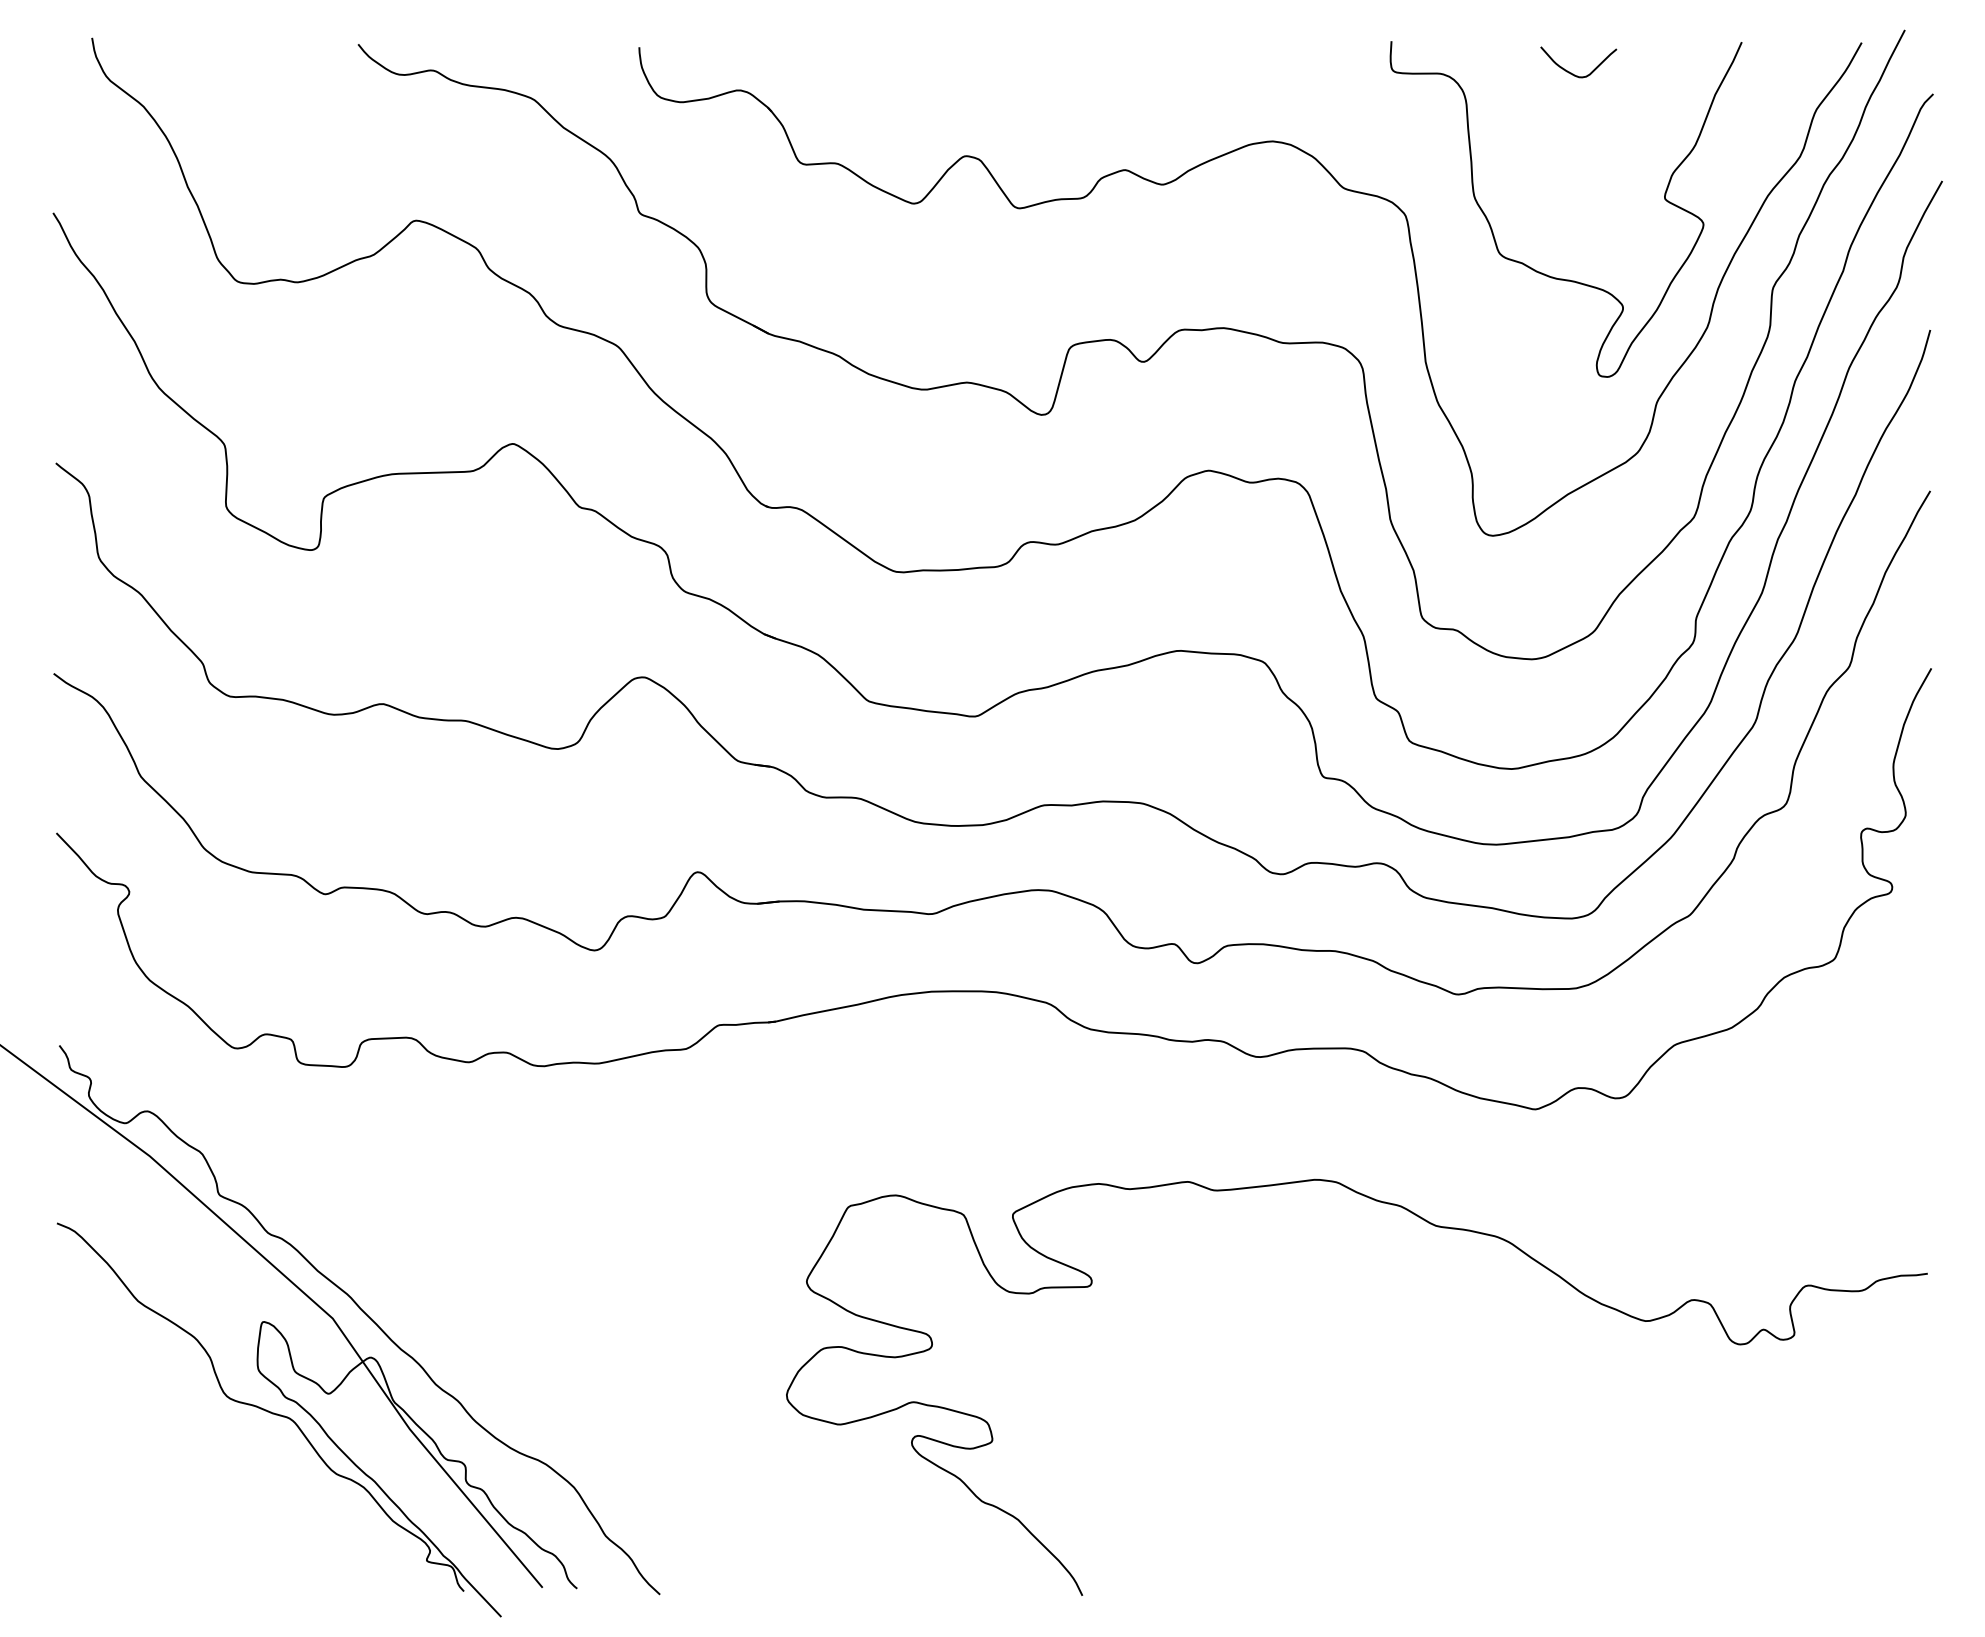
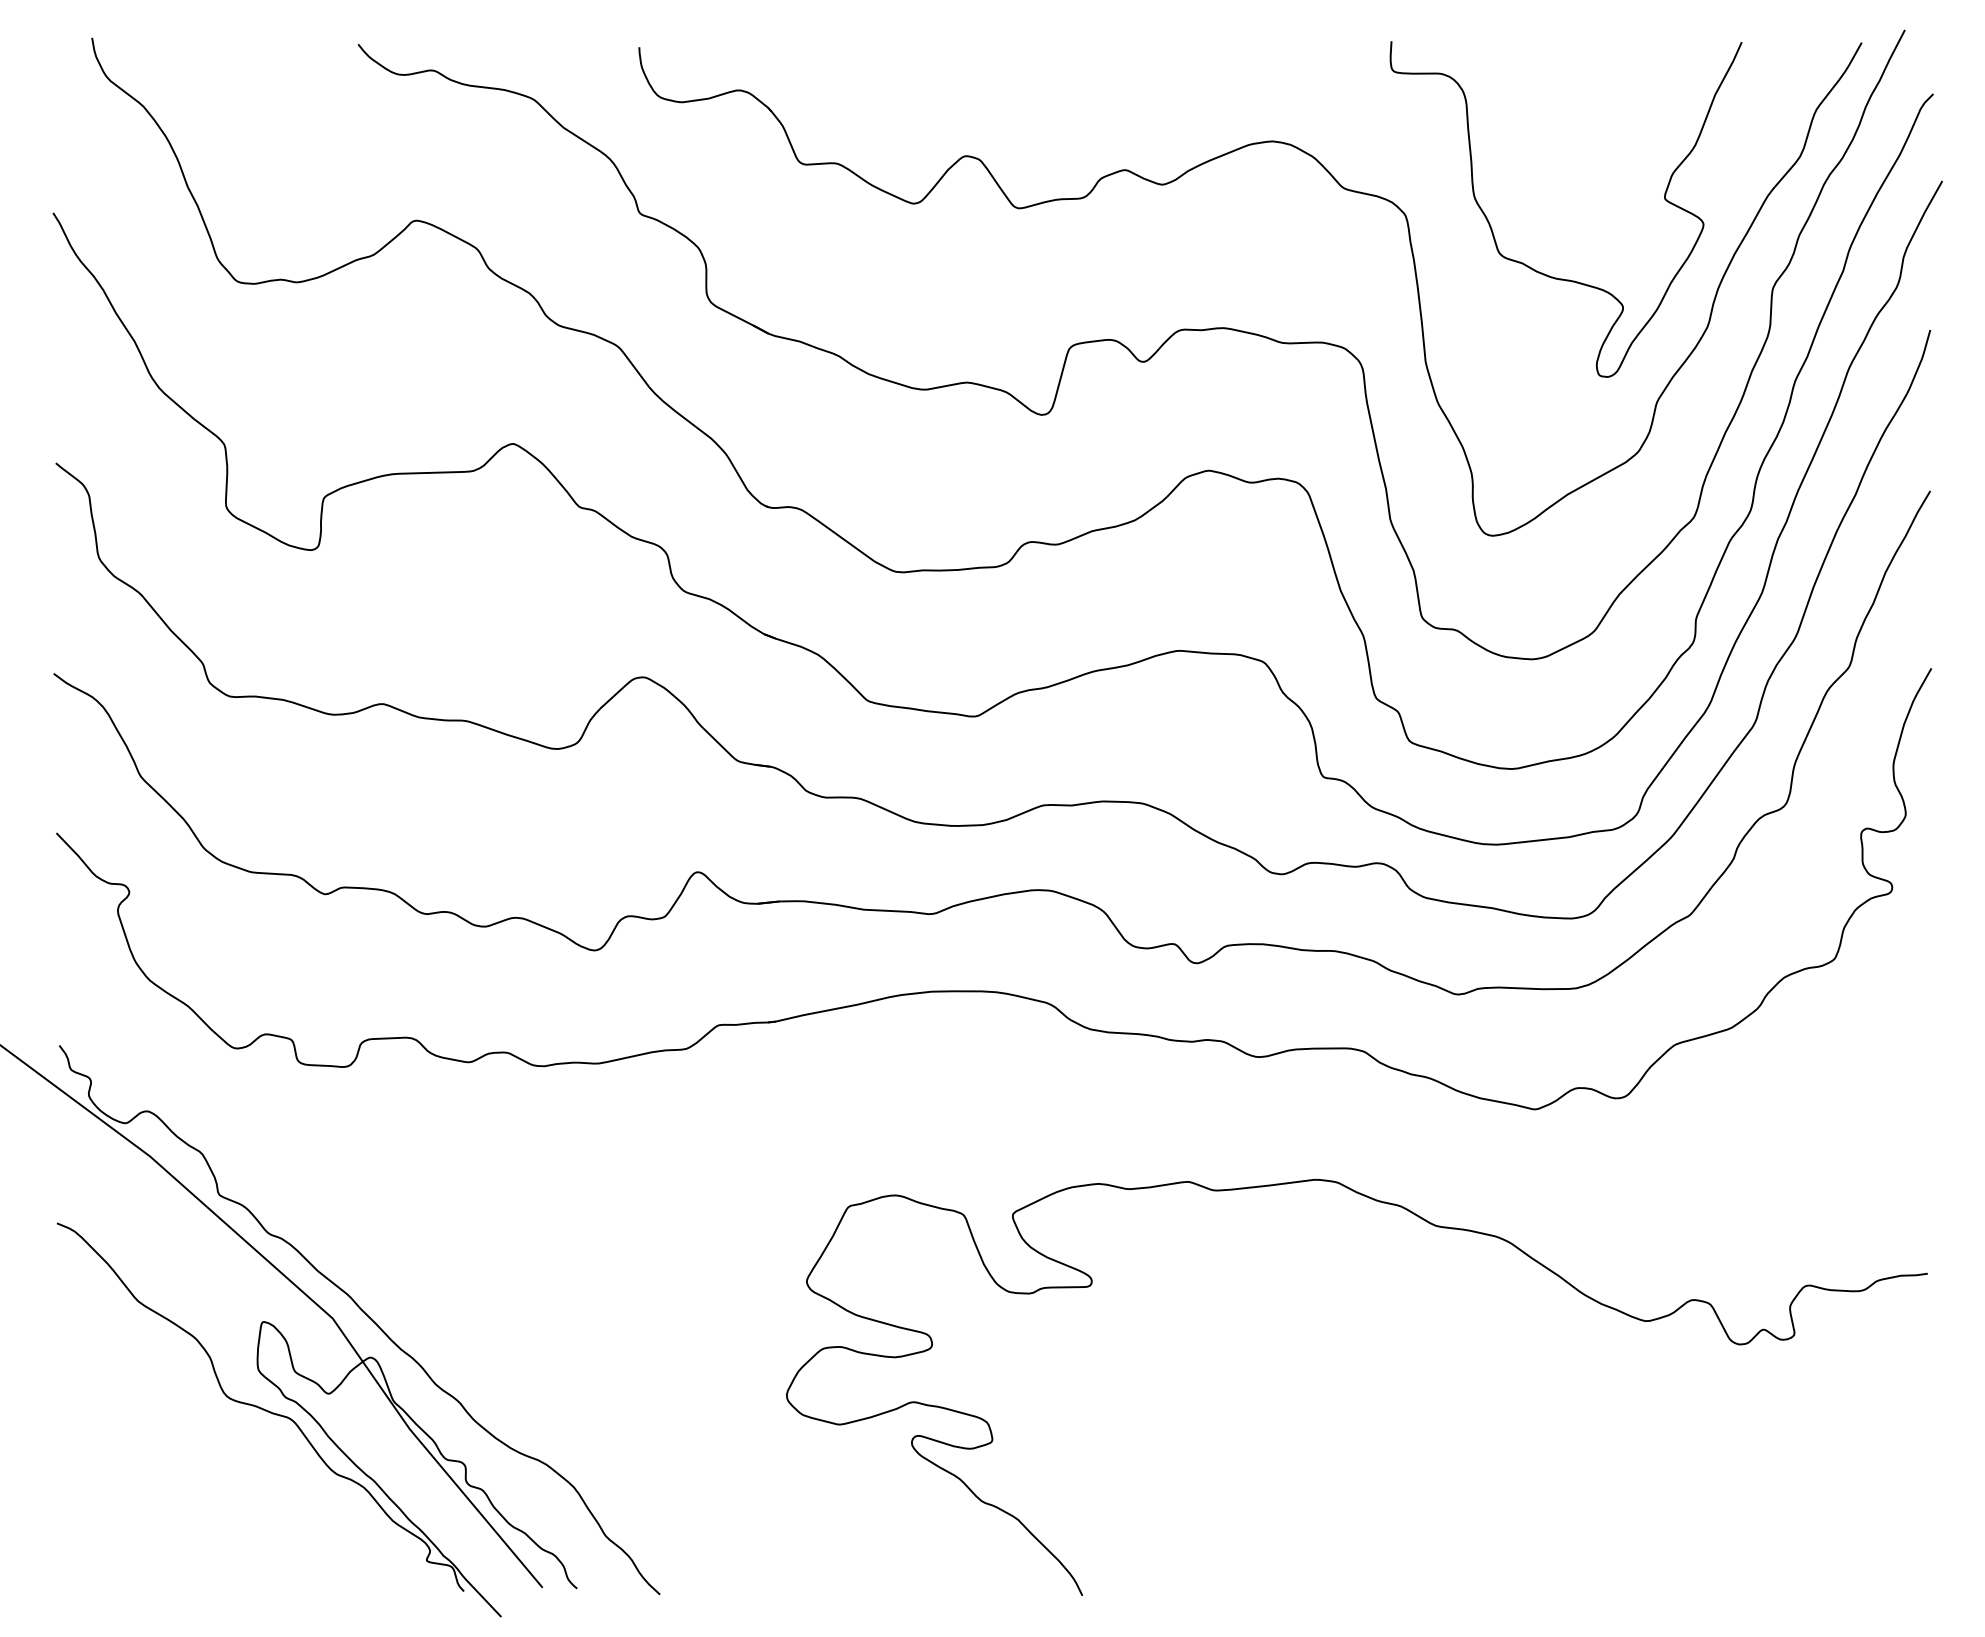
curve at (1573, 73): present -> none
